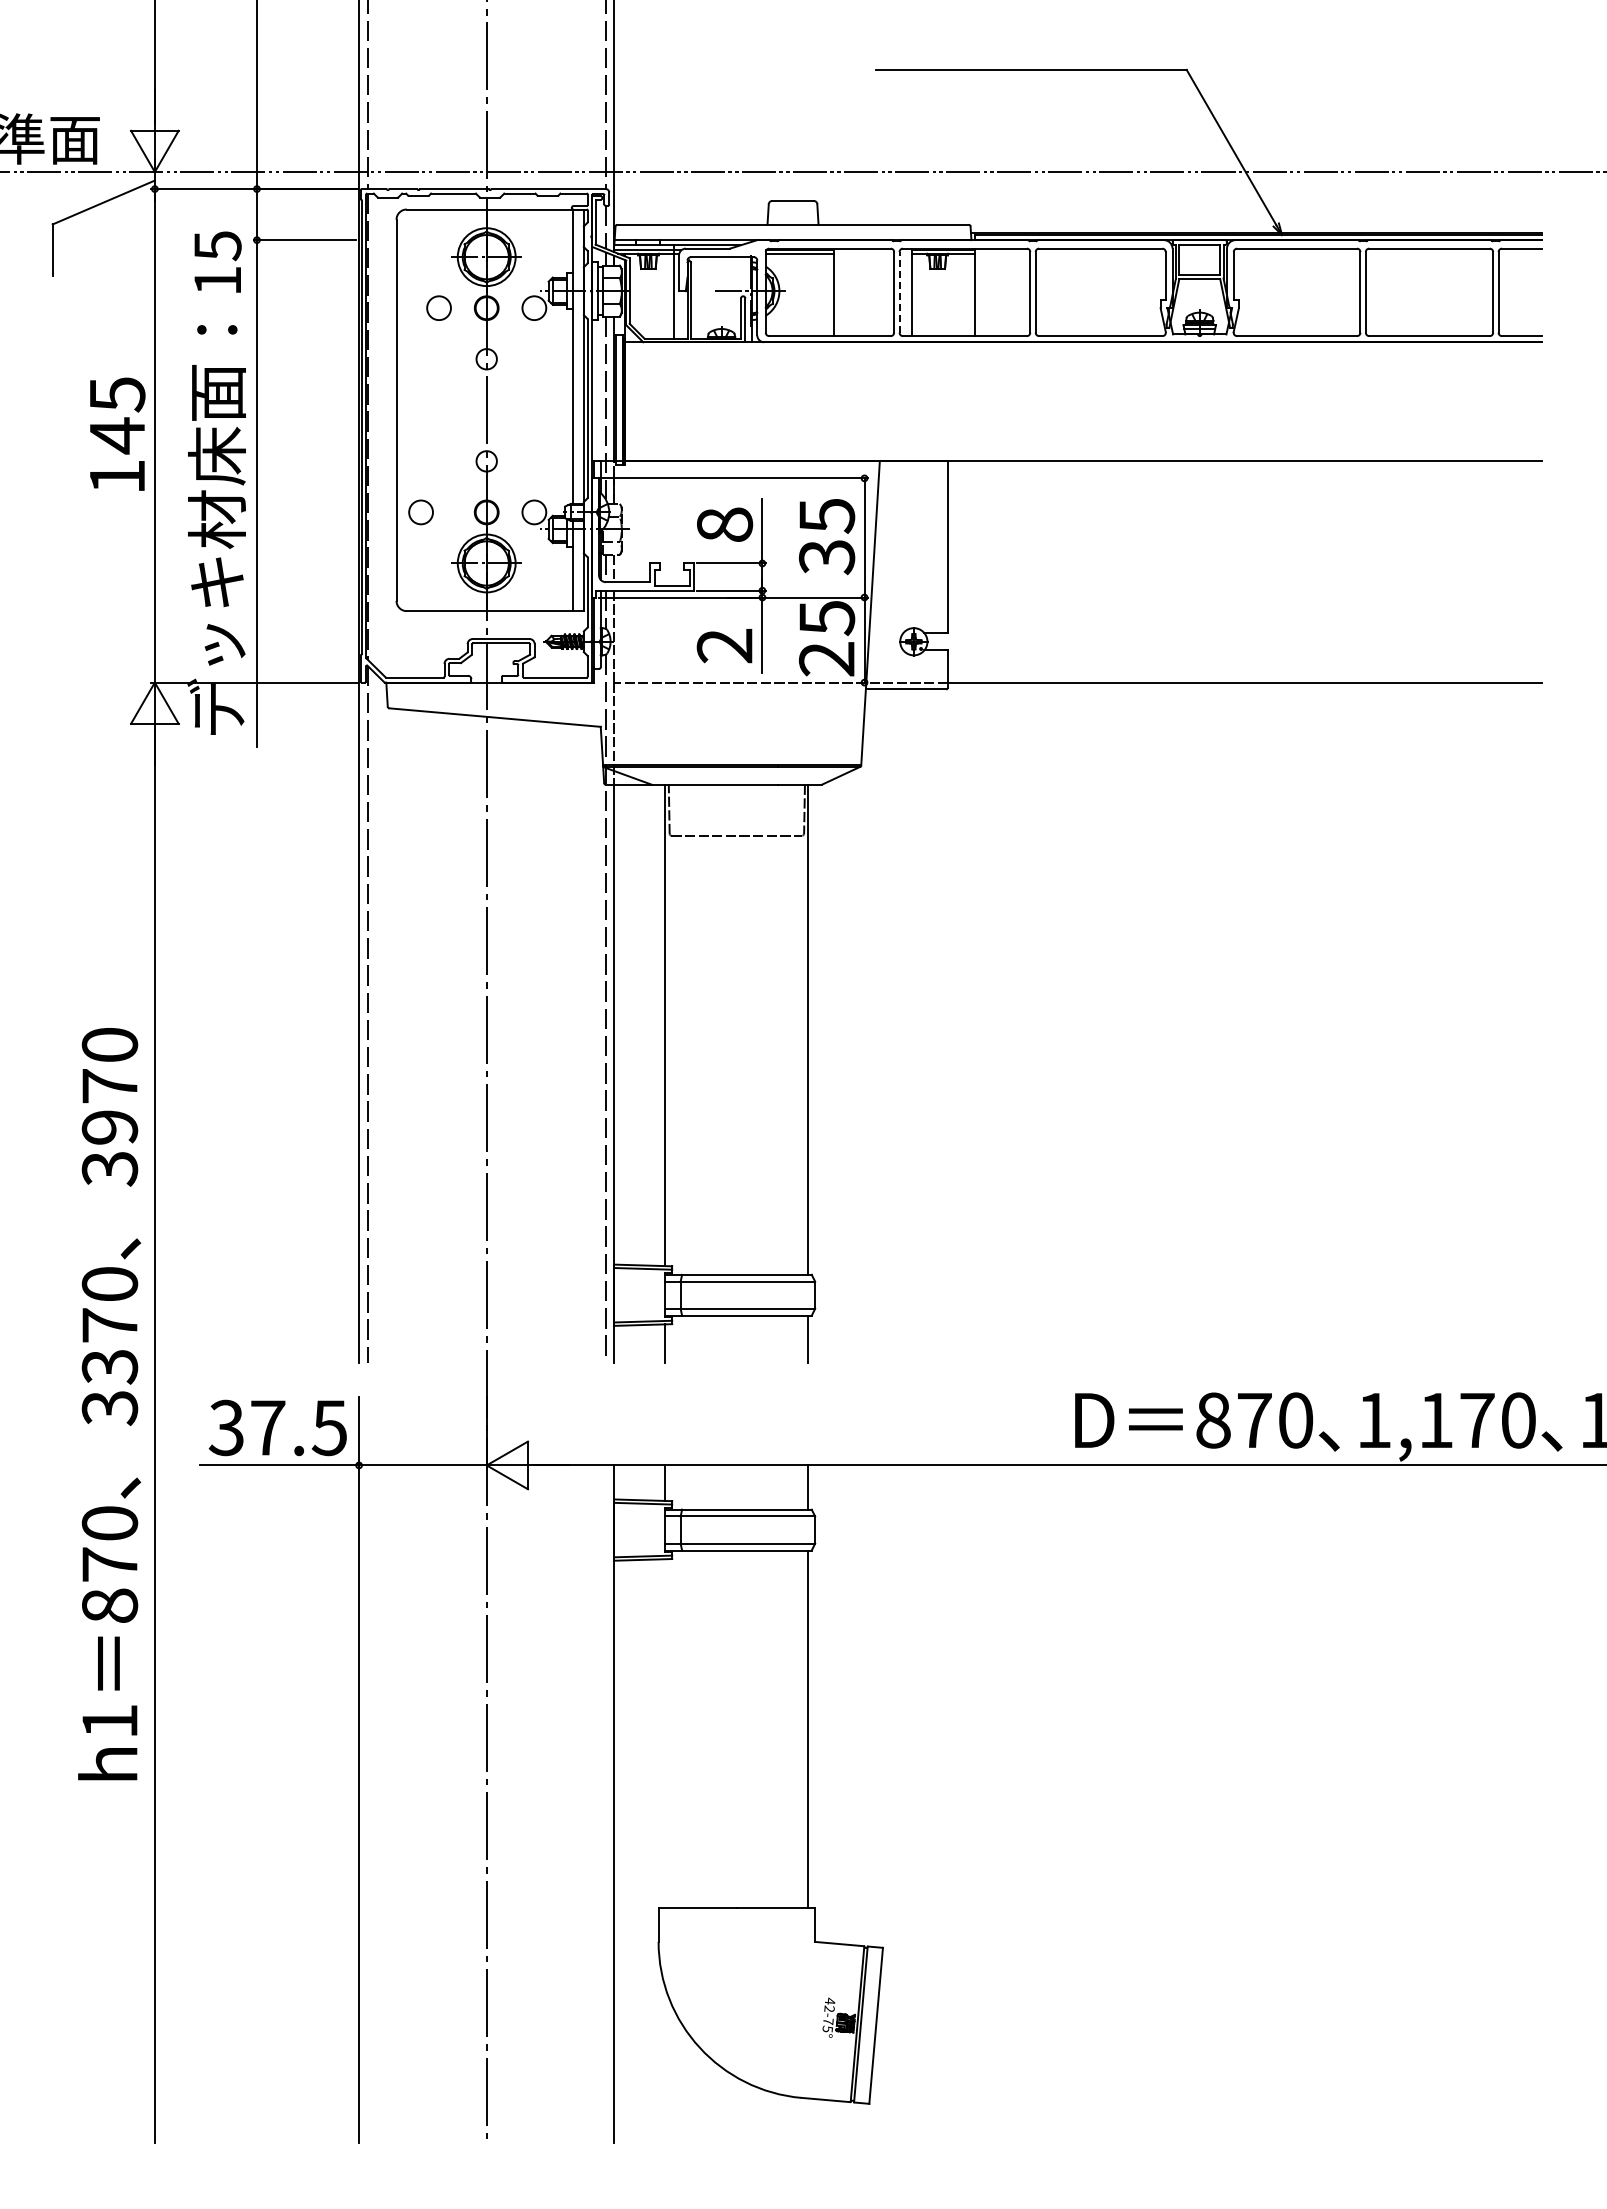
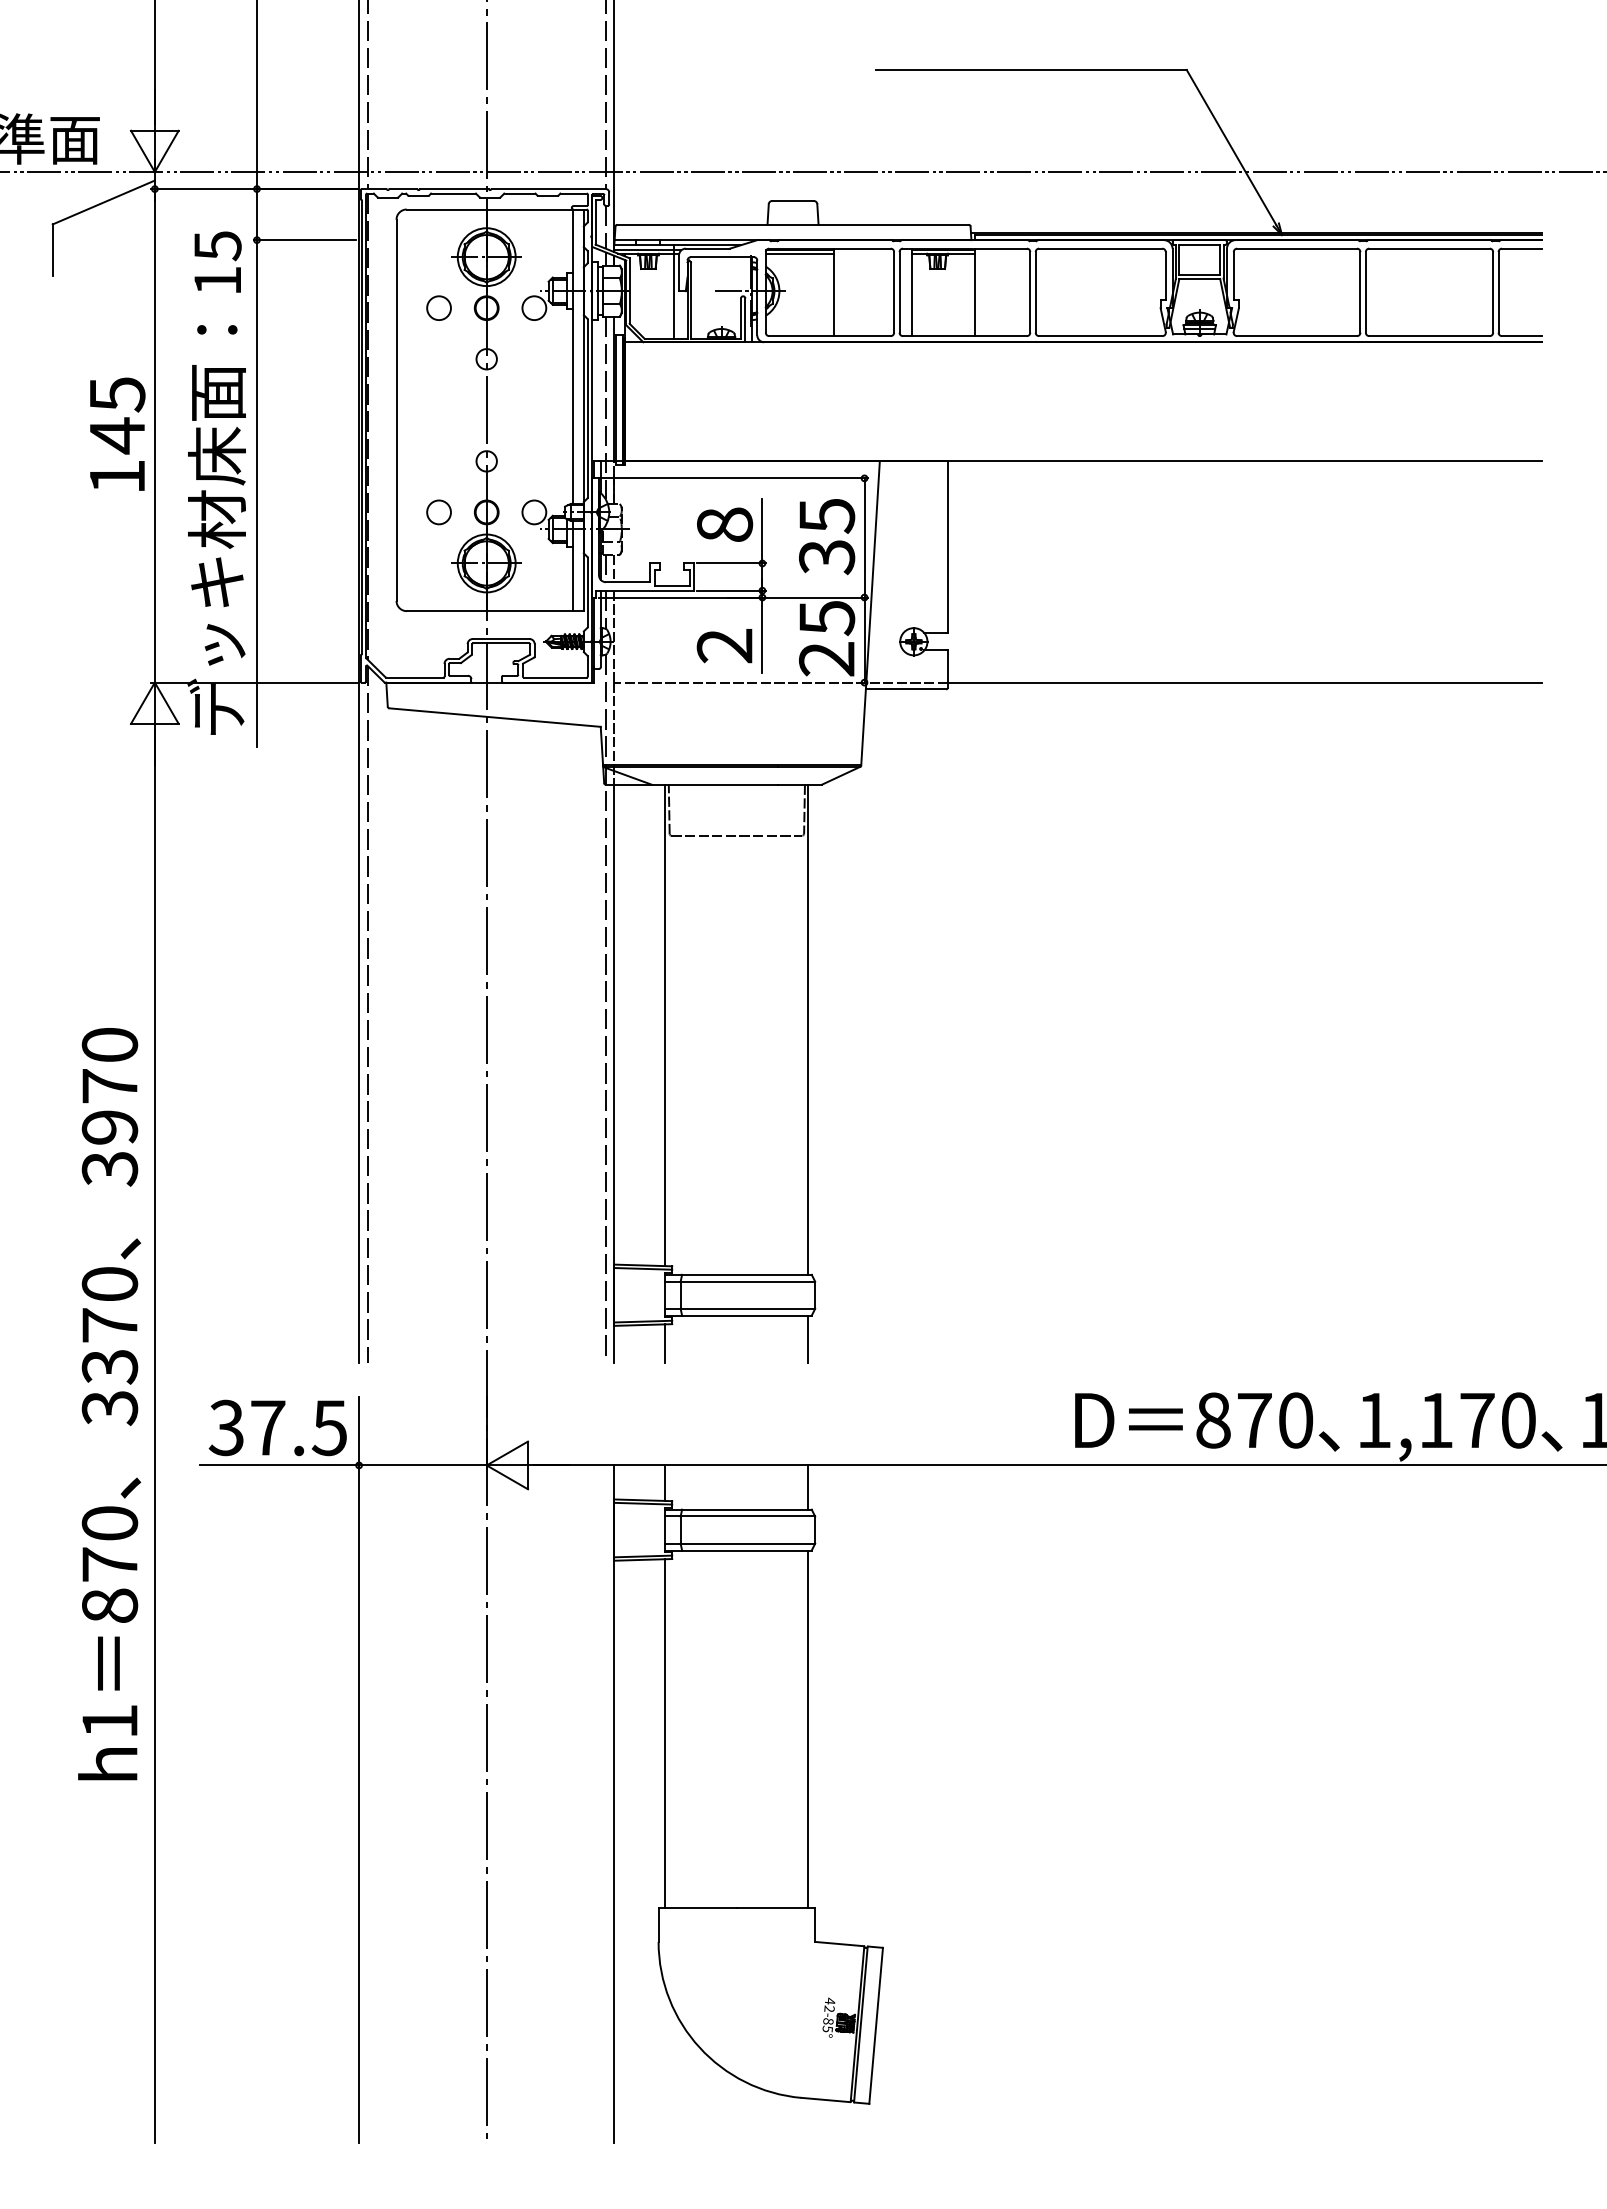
line at (899, 291): dashed -> solid
circle at (420, 512) position: (420, 512) -> (438, 512)
line at (665, 1733): none -> present
text at (828, 2021): 42-75° -> 42-85°
